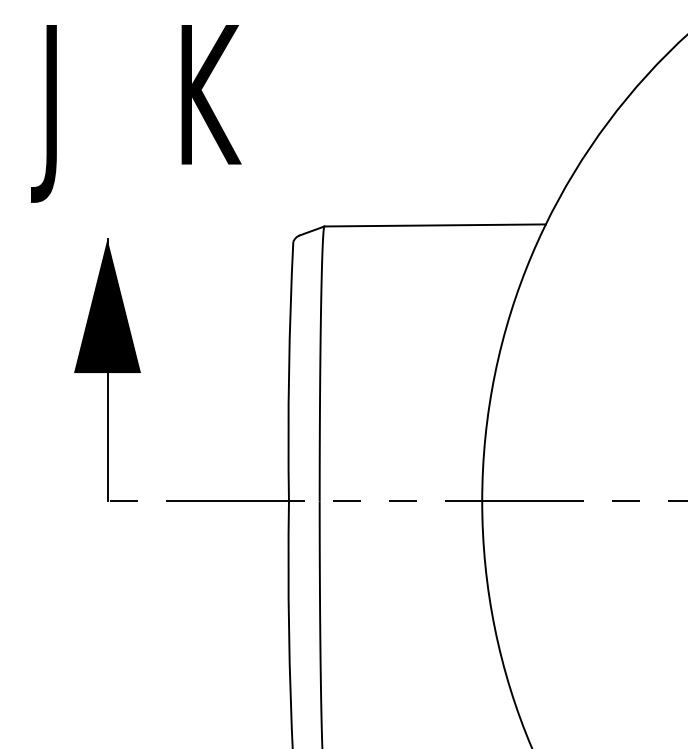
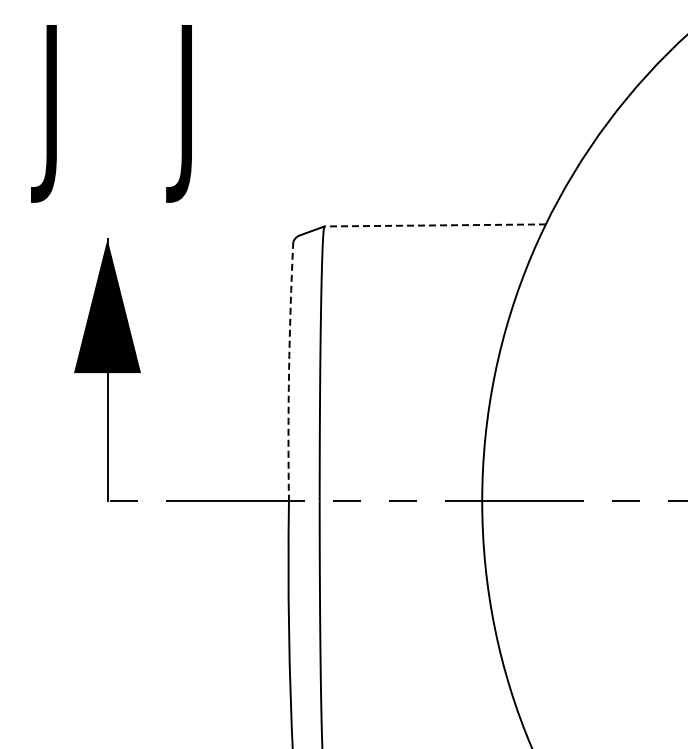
text at (203, 113): K -> J
line at (435, 225): solid -> dashed
arc at (289, 371): solid -> dashed
